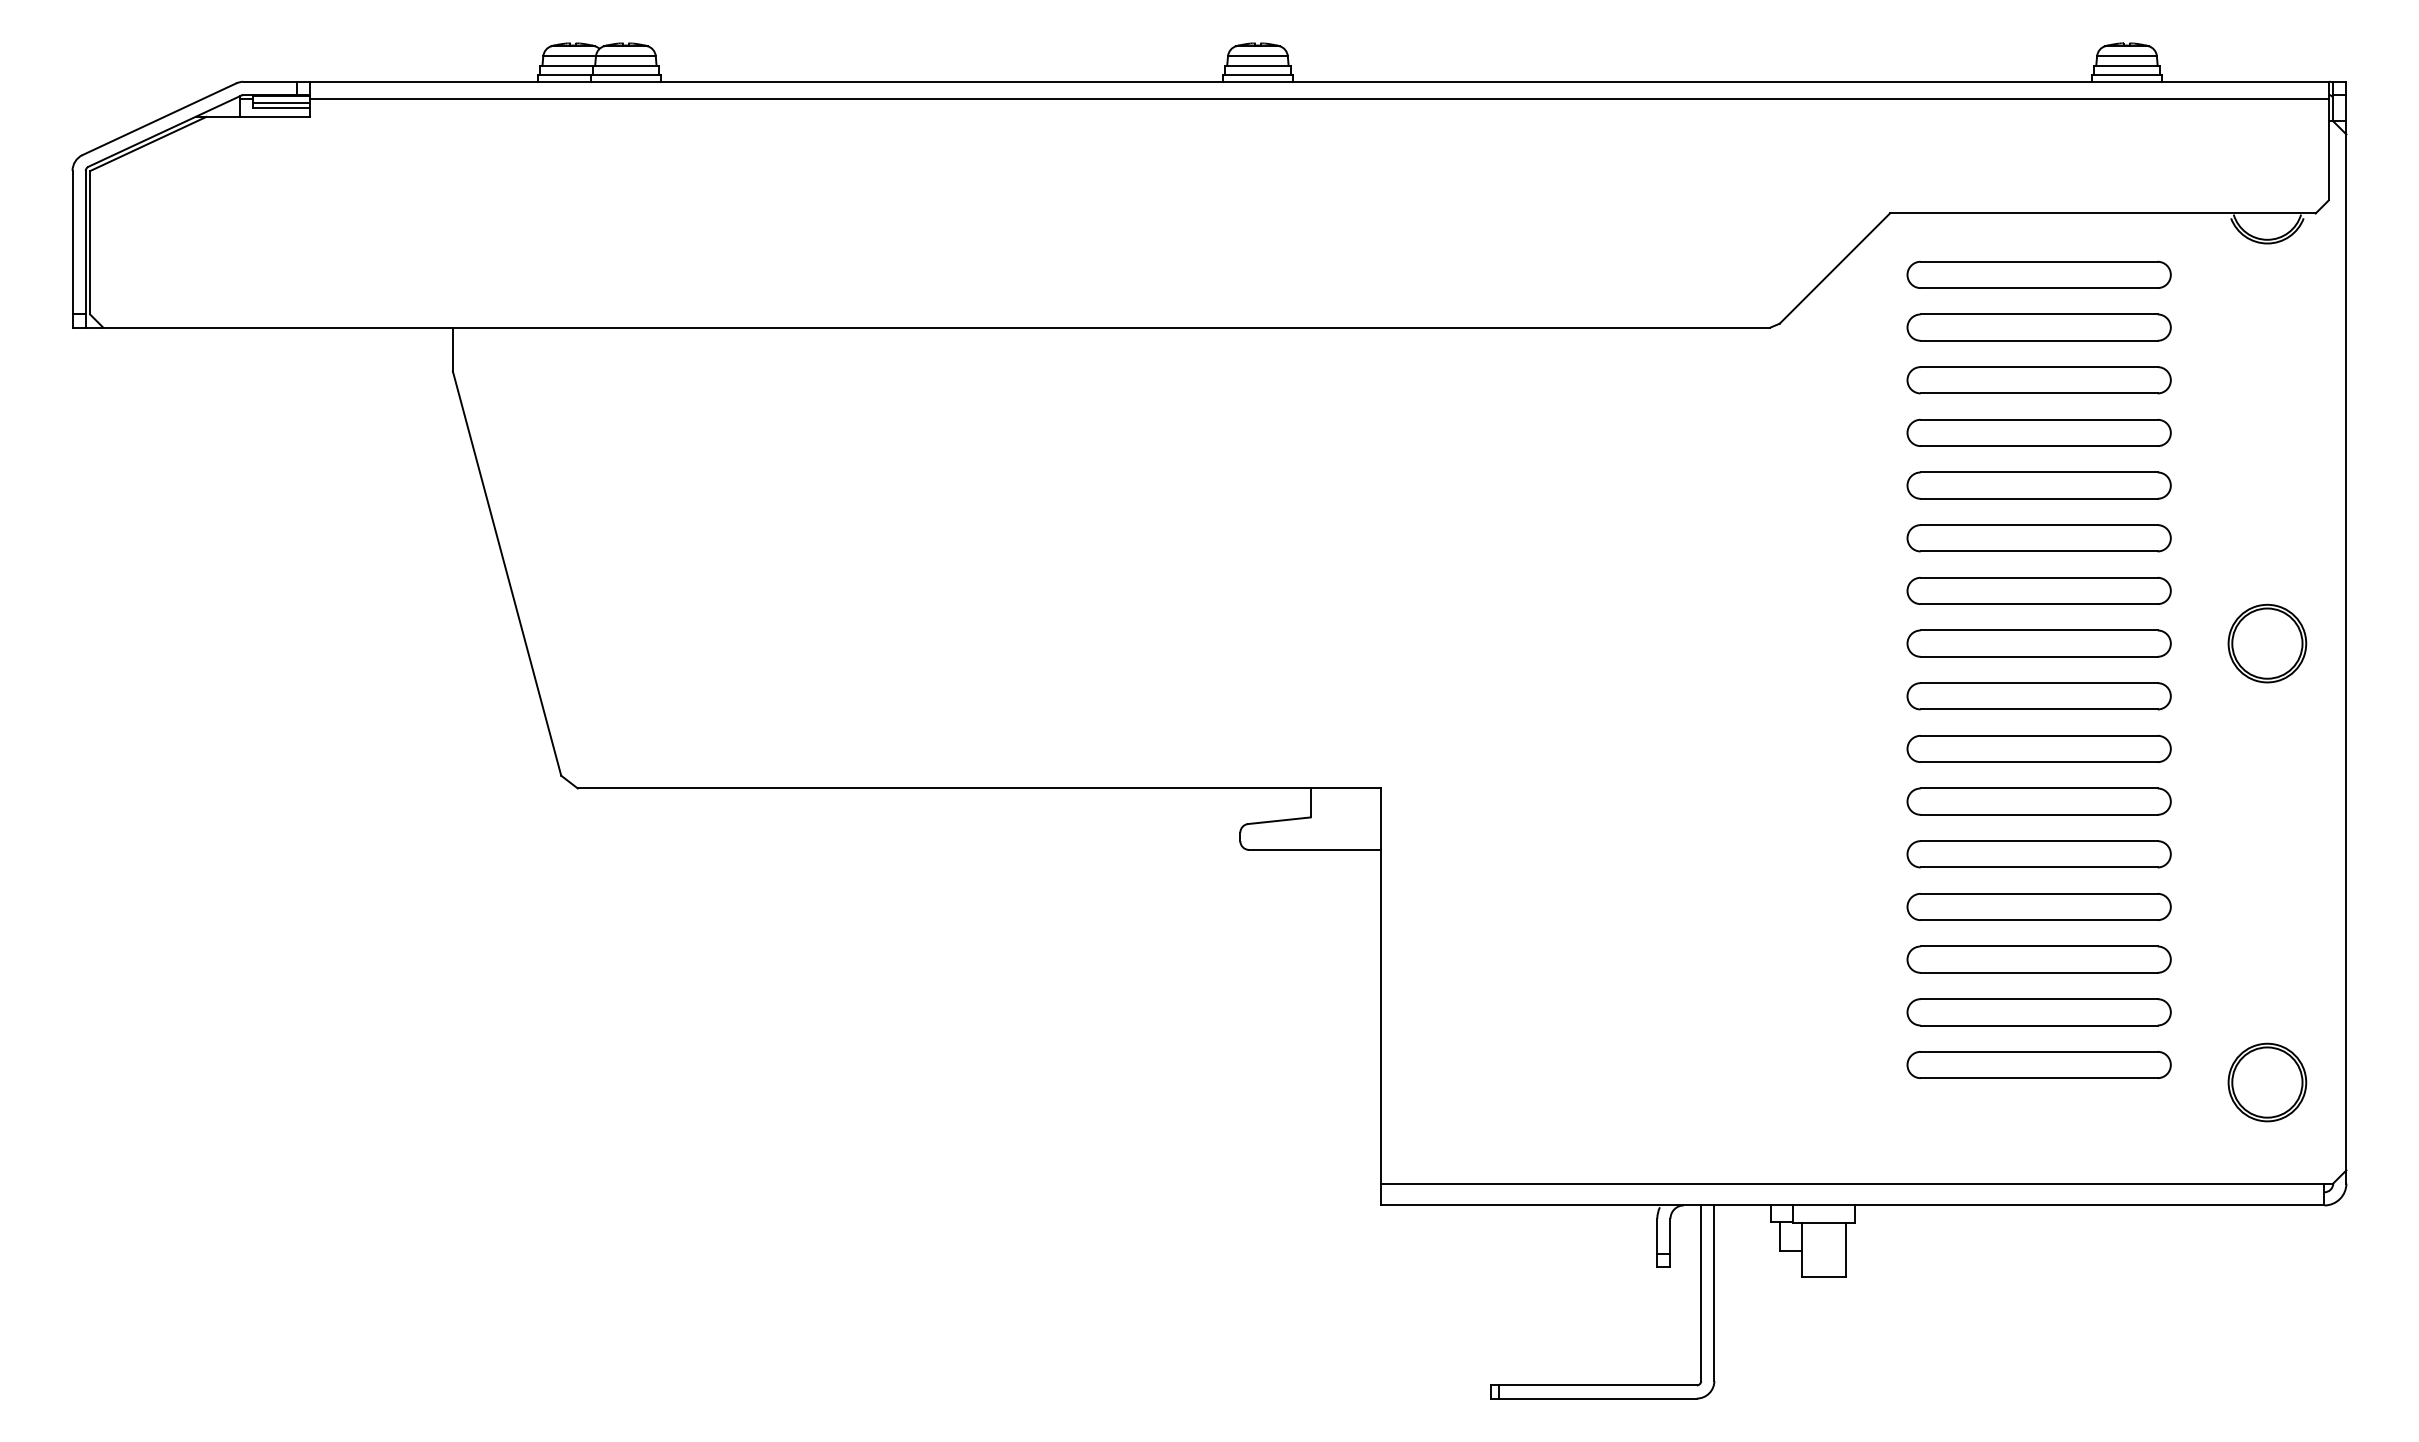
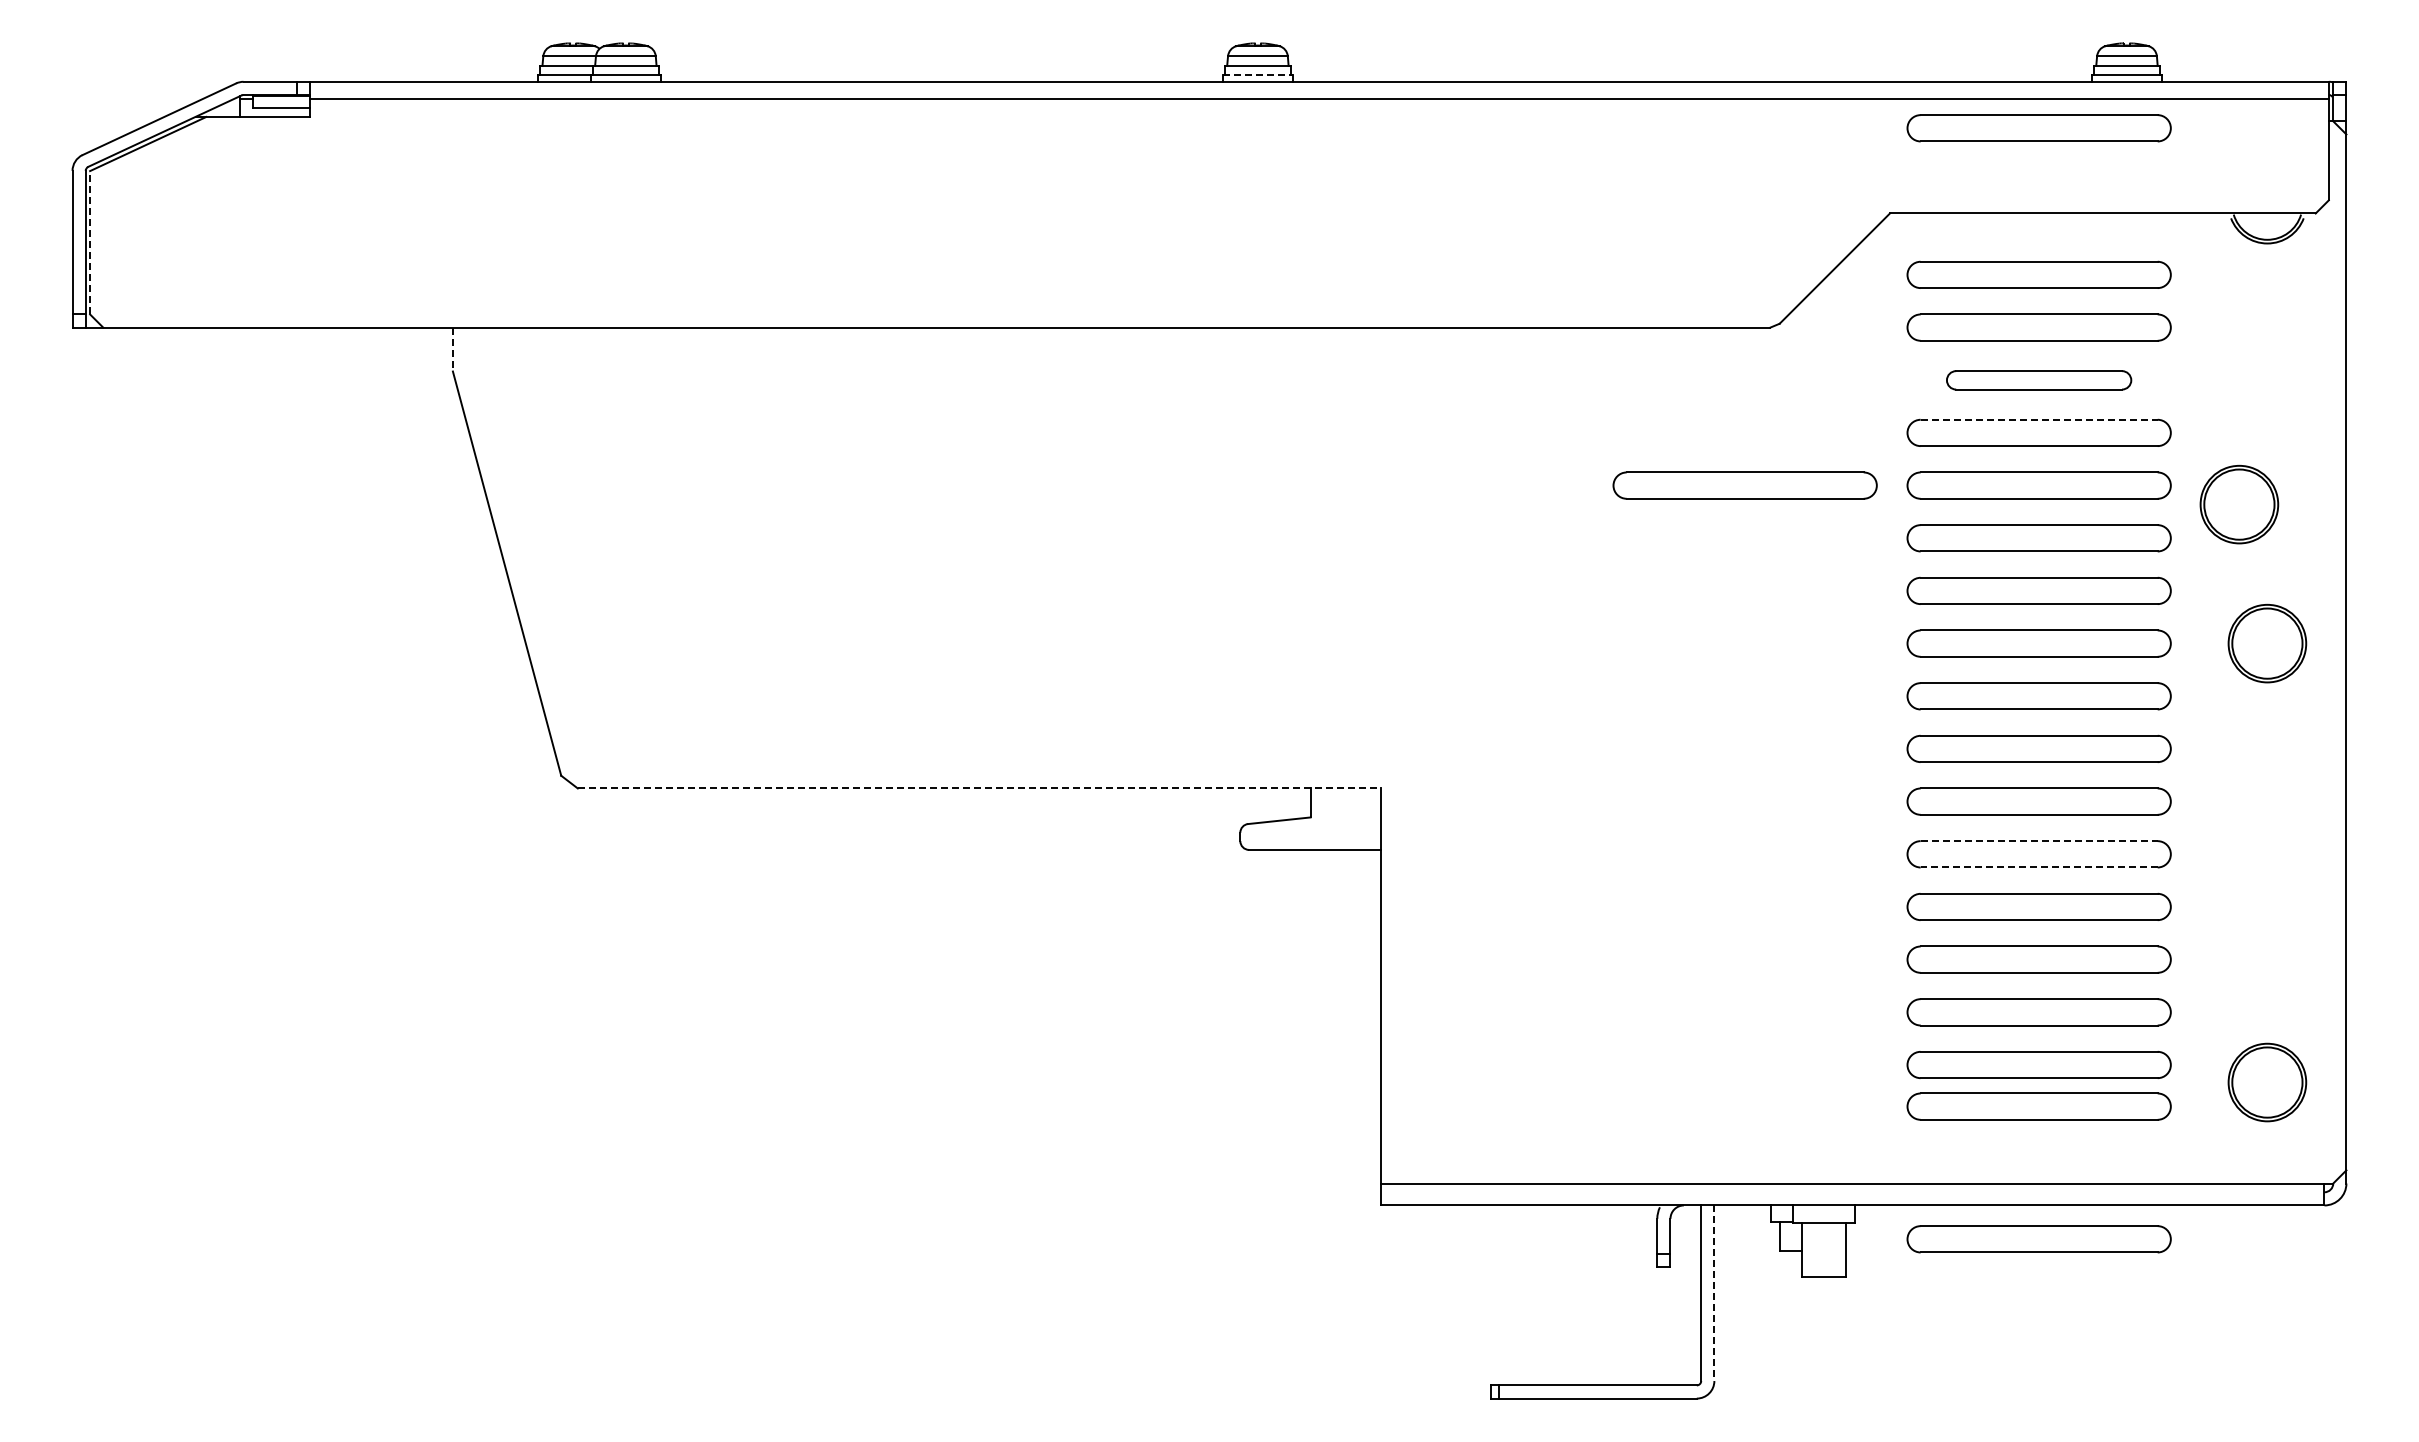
line at (1258, 74): solid -> dashed
line at (280, 102): present -> none
part at (2038, 128): none -> present
line at (90, 242): solid -> dashed
line at (452, 349): solid -> dashed
part at (2038, 380) size: 266x29 px -> 187x21 px
line at (2039, 419): solid -> dashed
part at (1744, 485): none -> present
part at (2239, 504): none -> present
line at (979, 788): solid -> dashed
line at (2039, 841): solid -> dashed
line at (2039, 867): solid -> dashed
part at (2038, 1106): none -> present
part at (2038, 1239): none -> present
line at (1714, 1293): solid -> dashed
